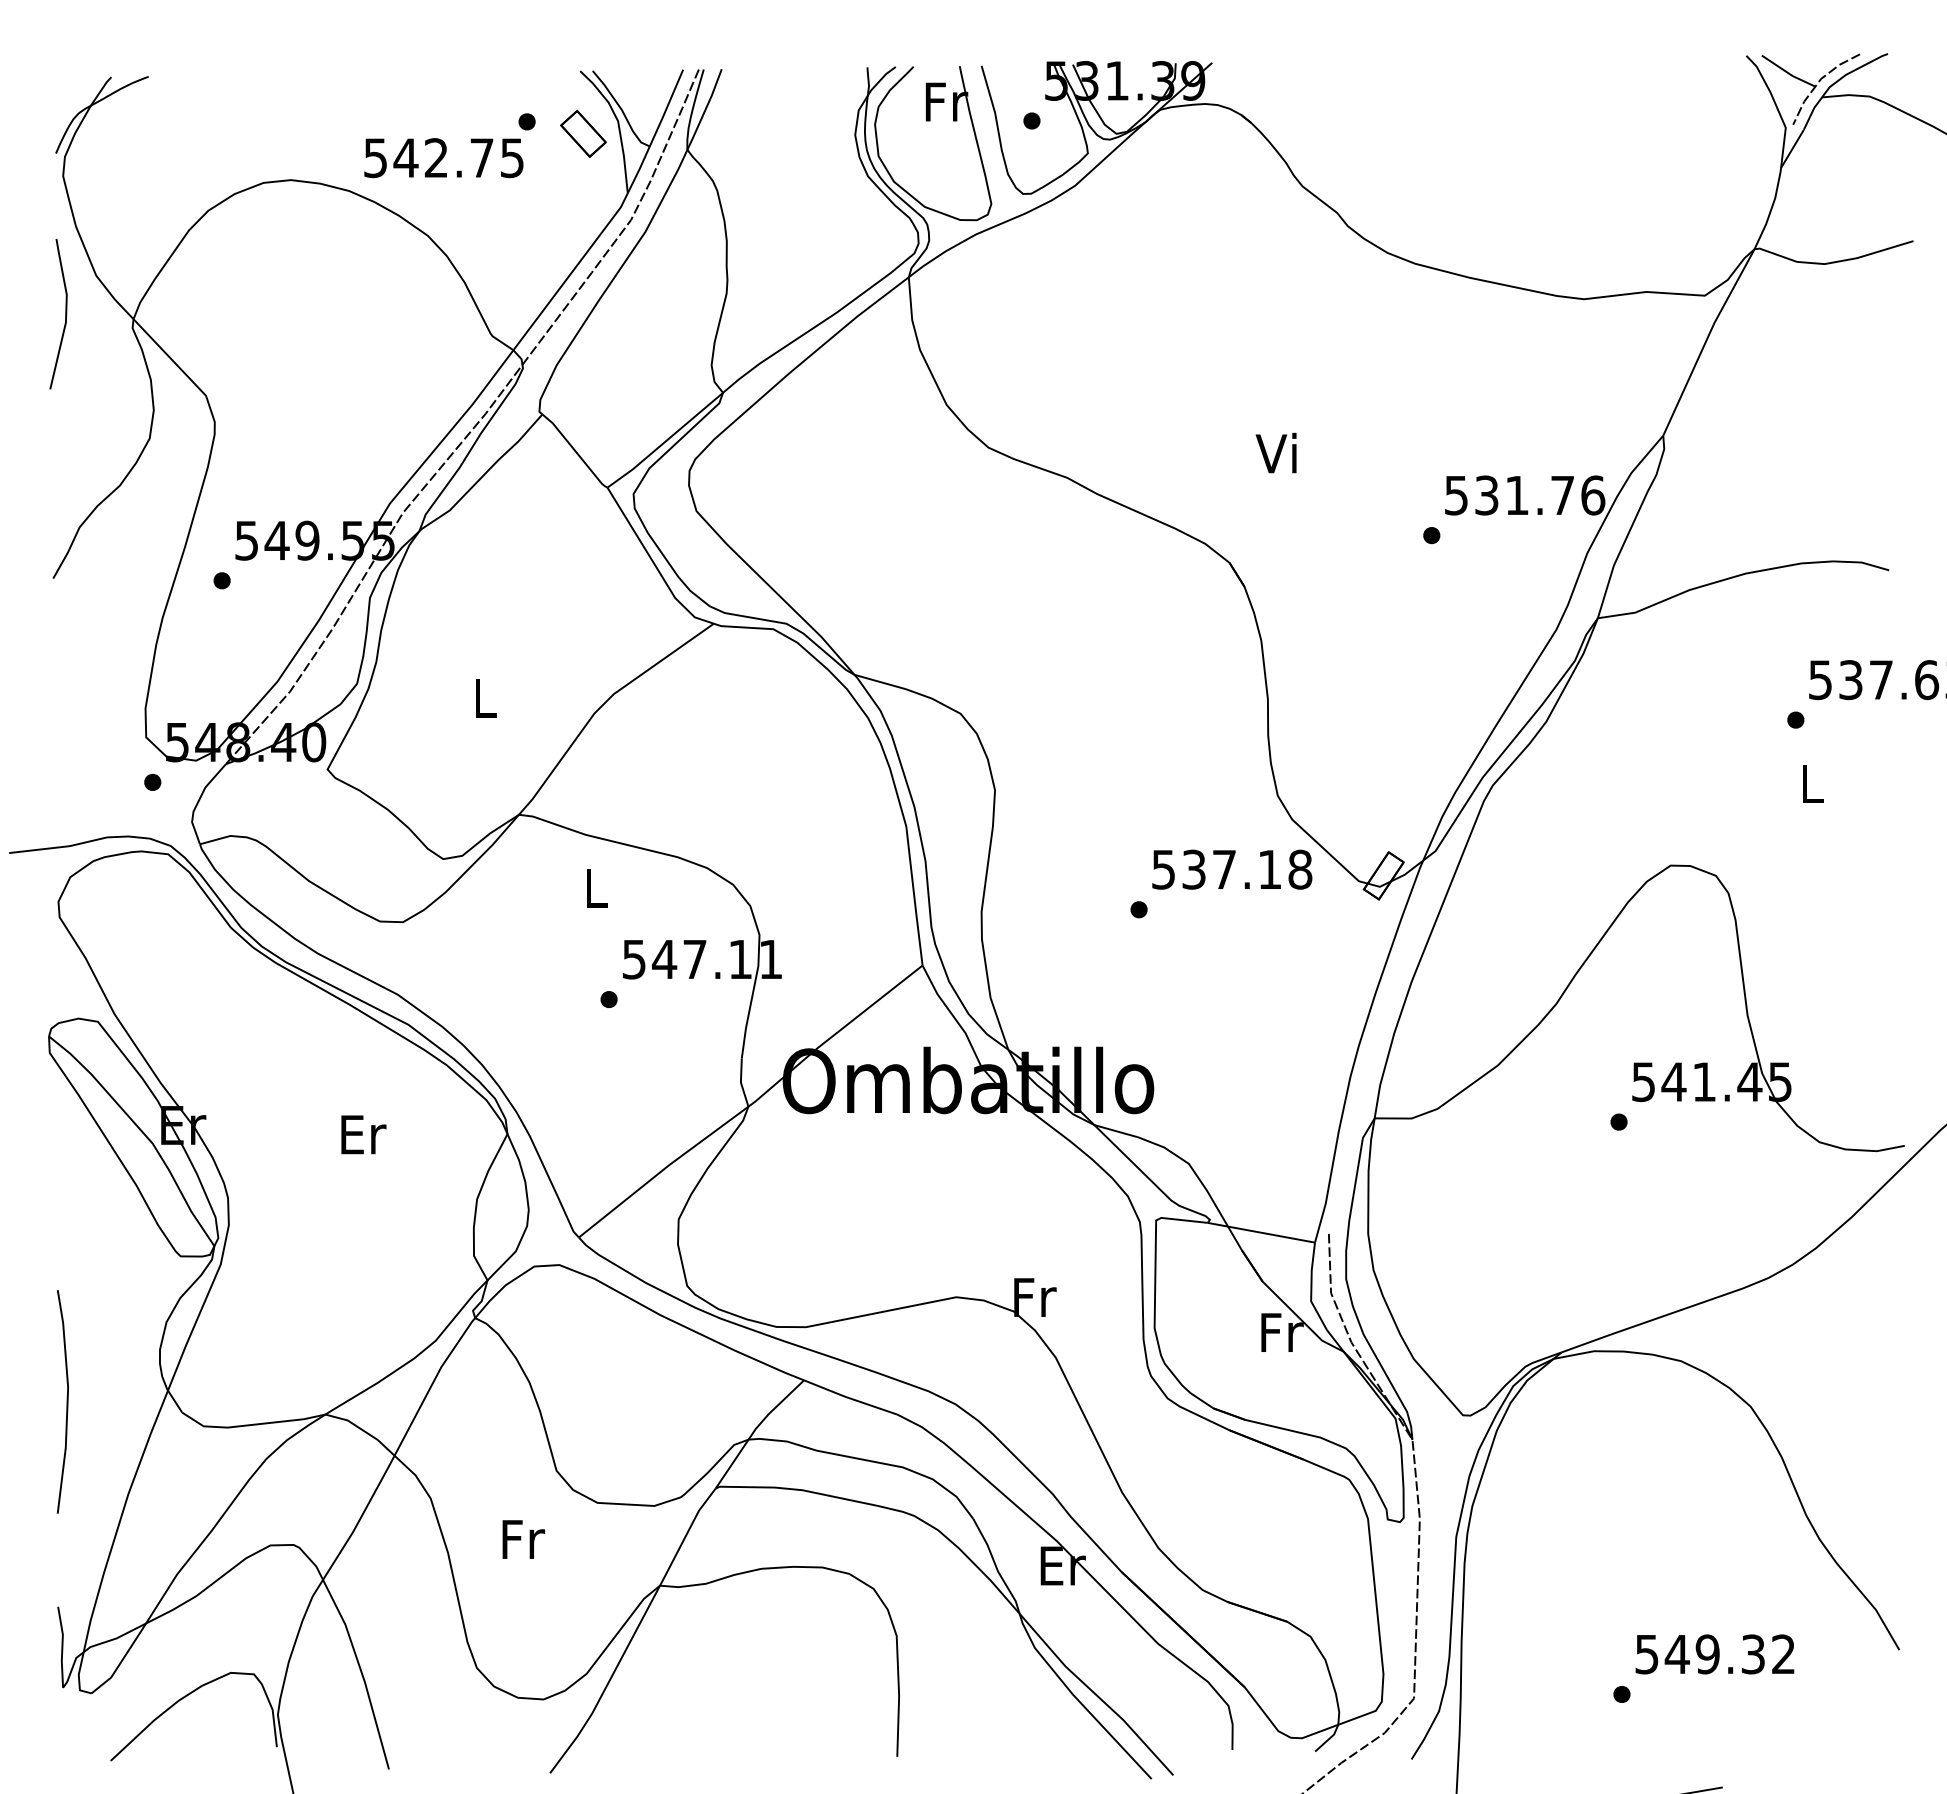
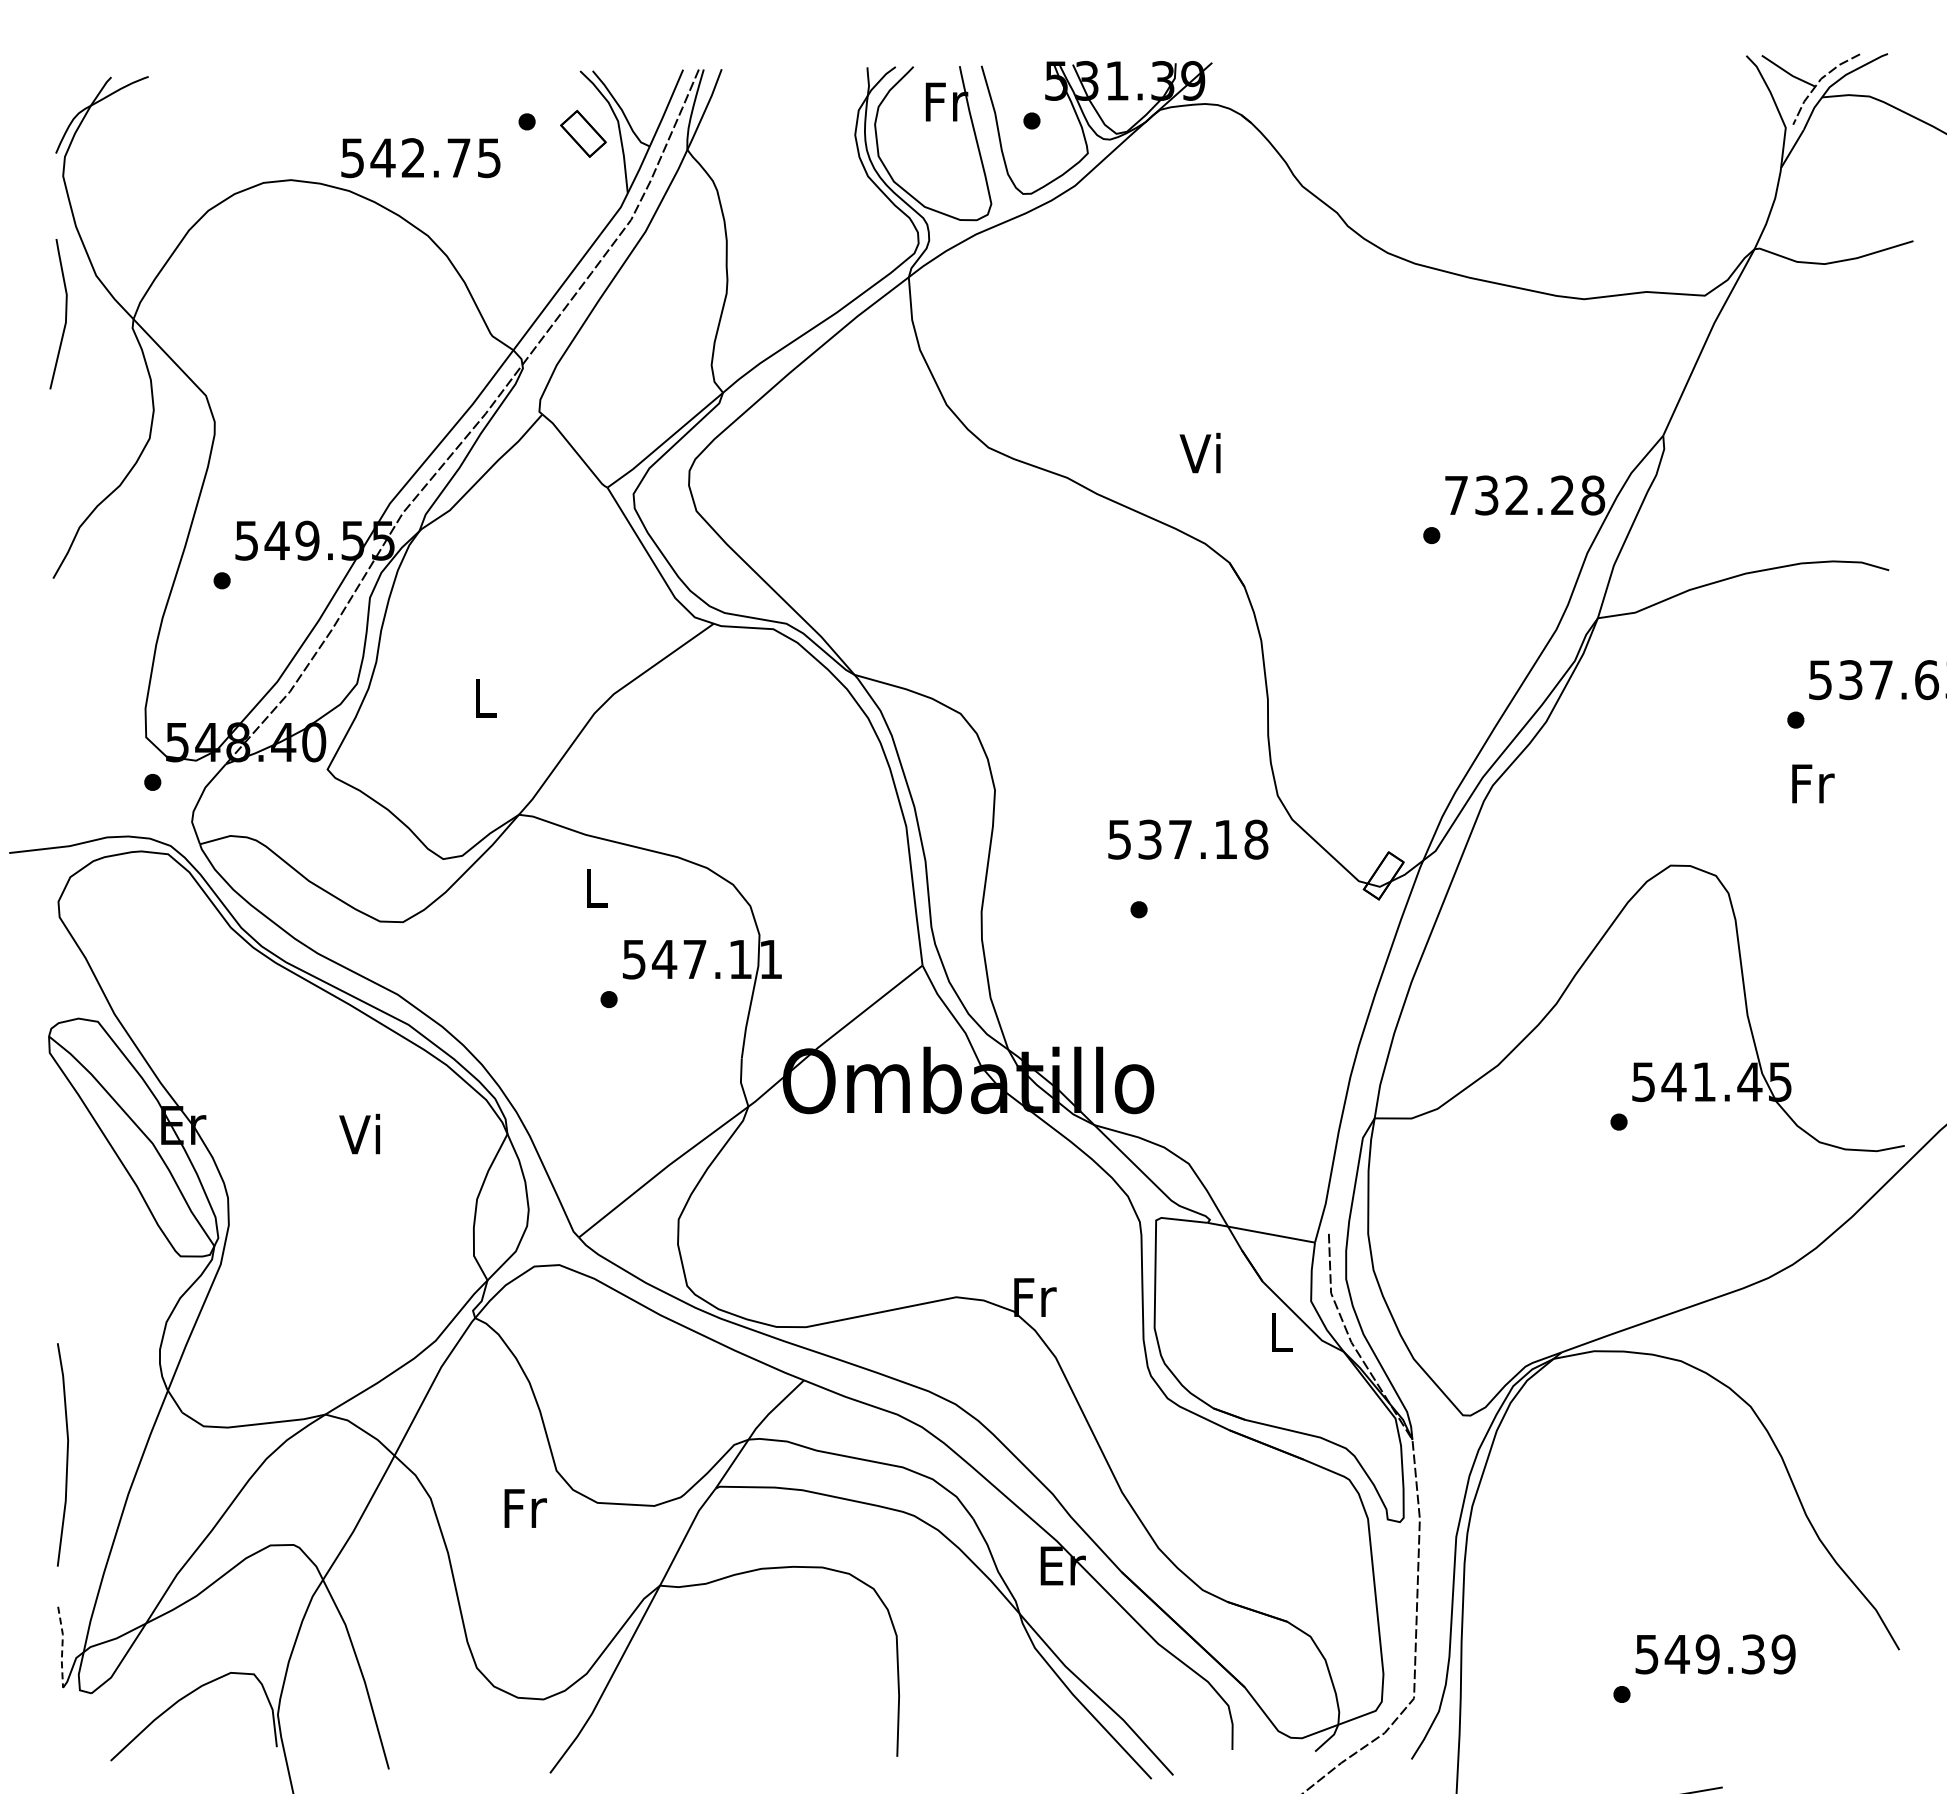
text at (443, 158) position: (443, 158) -> (420, 158)
text at (1275, 452) position: (1275, 452) -> (1199, 452)
text at (1525, 495): 531.76 -> 732.28
text at (1813, 783): L -> Fr
text at (1232, 869) position: (1232, 869) -> (1188, 839)
text at (362, 1133): Er -> Vi
text at (1282, 1332): Fr -> L
line at (66, 1401) position: (66, 1401) -> (66, 1454)
text at (523, 1539) position: (523, 1539) -> (525, 1508)
line at (62, 1647): solid -> dashed
text at (1783, 1654): 549.32 -> 549.39
